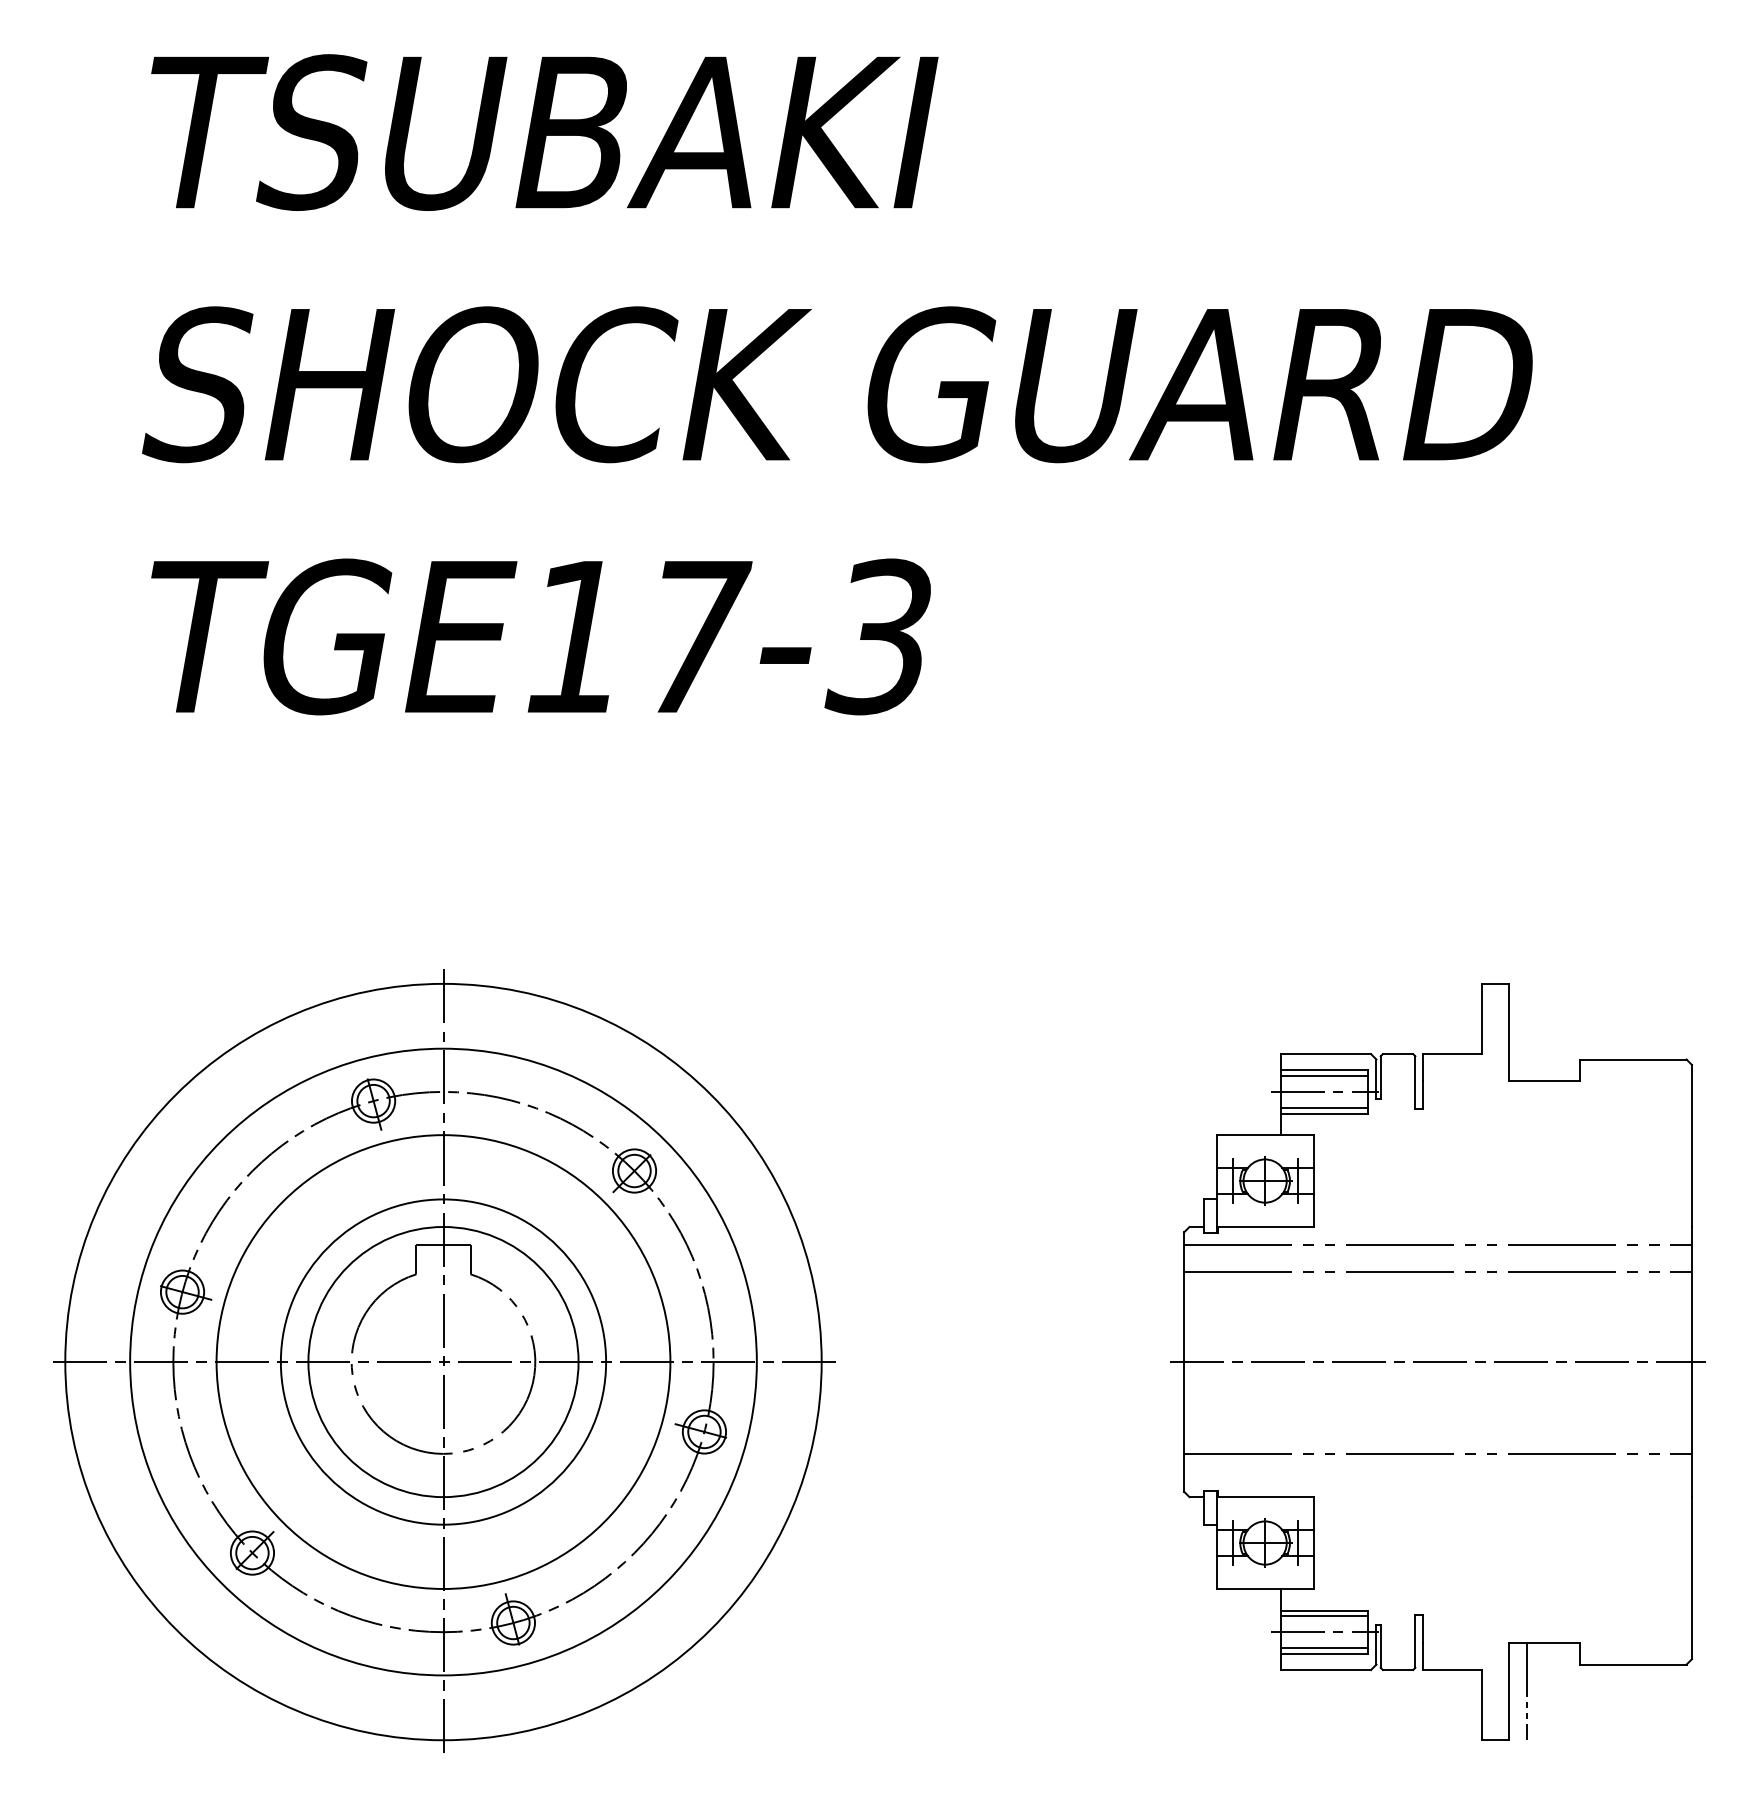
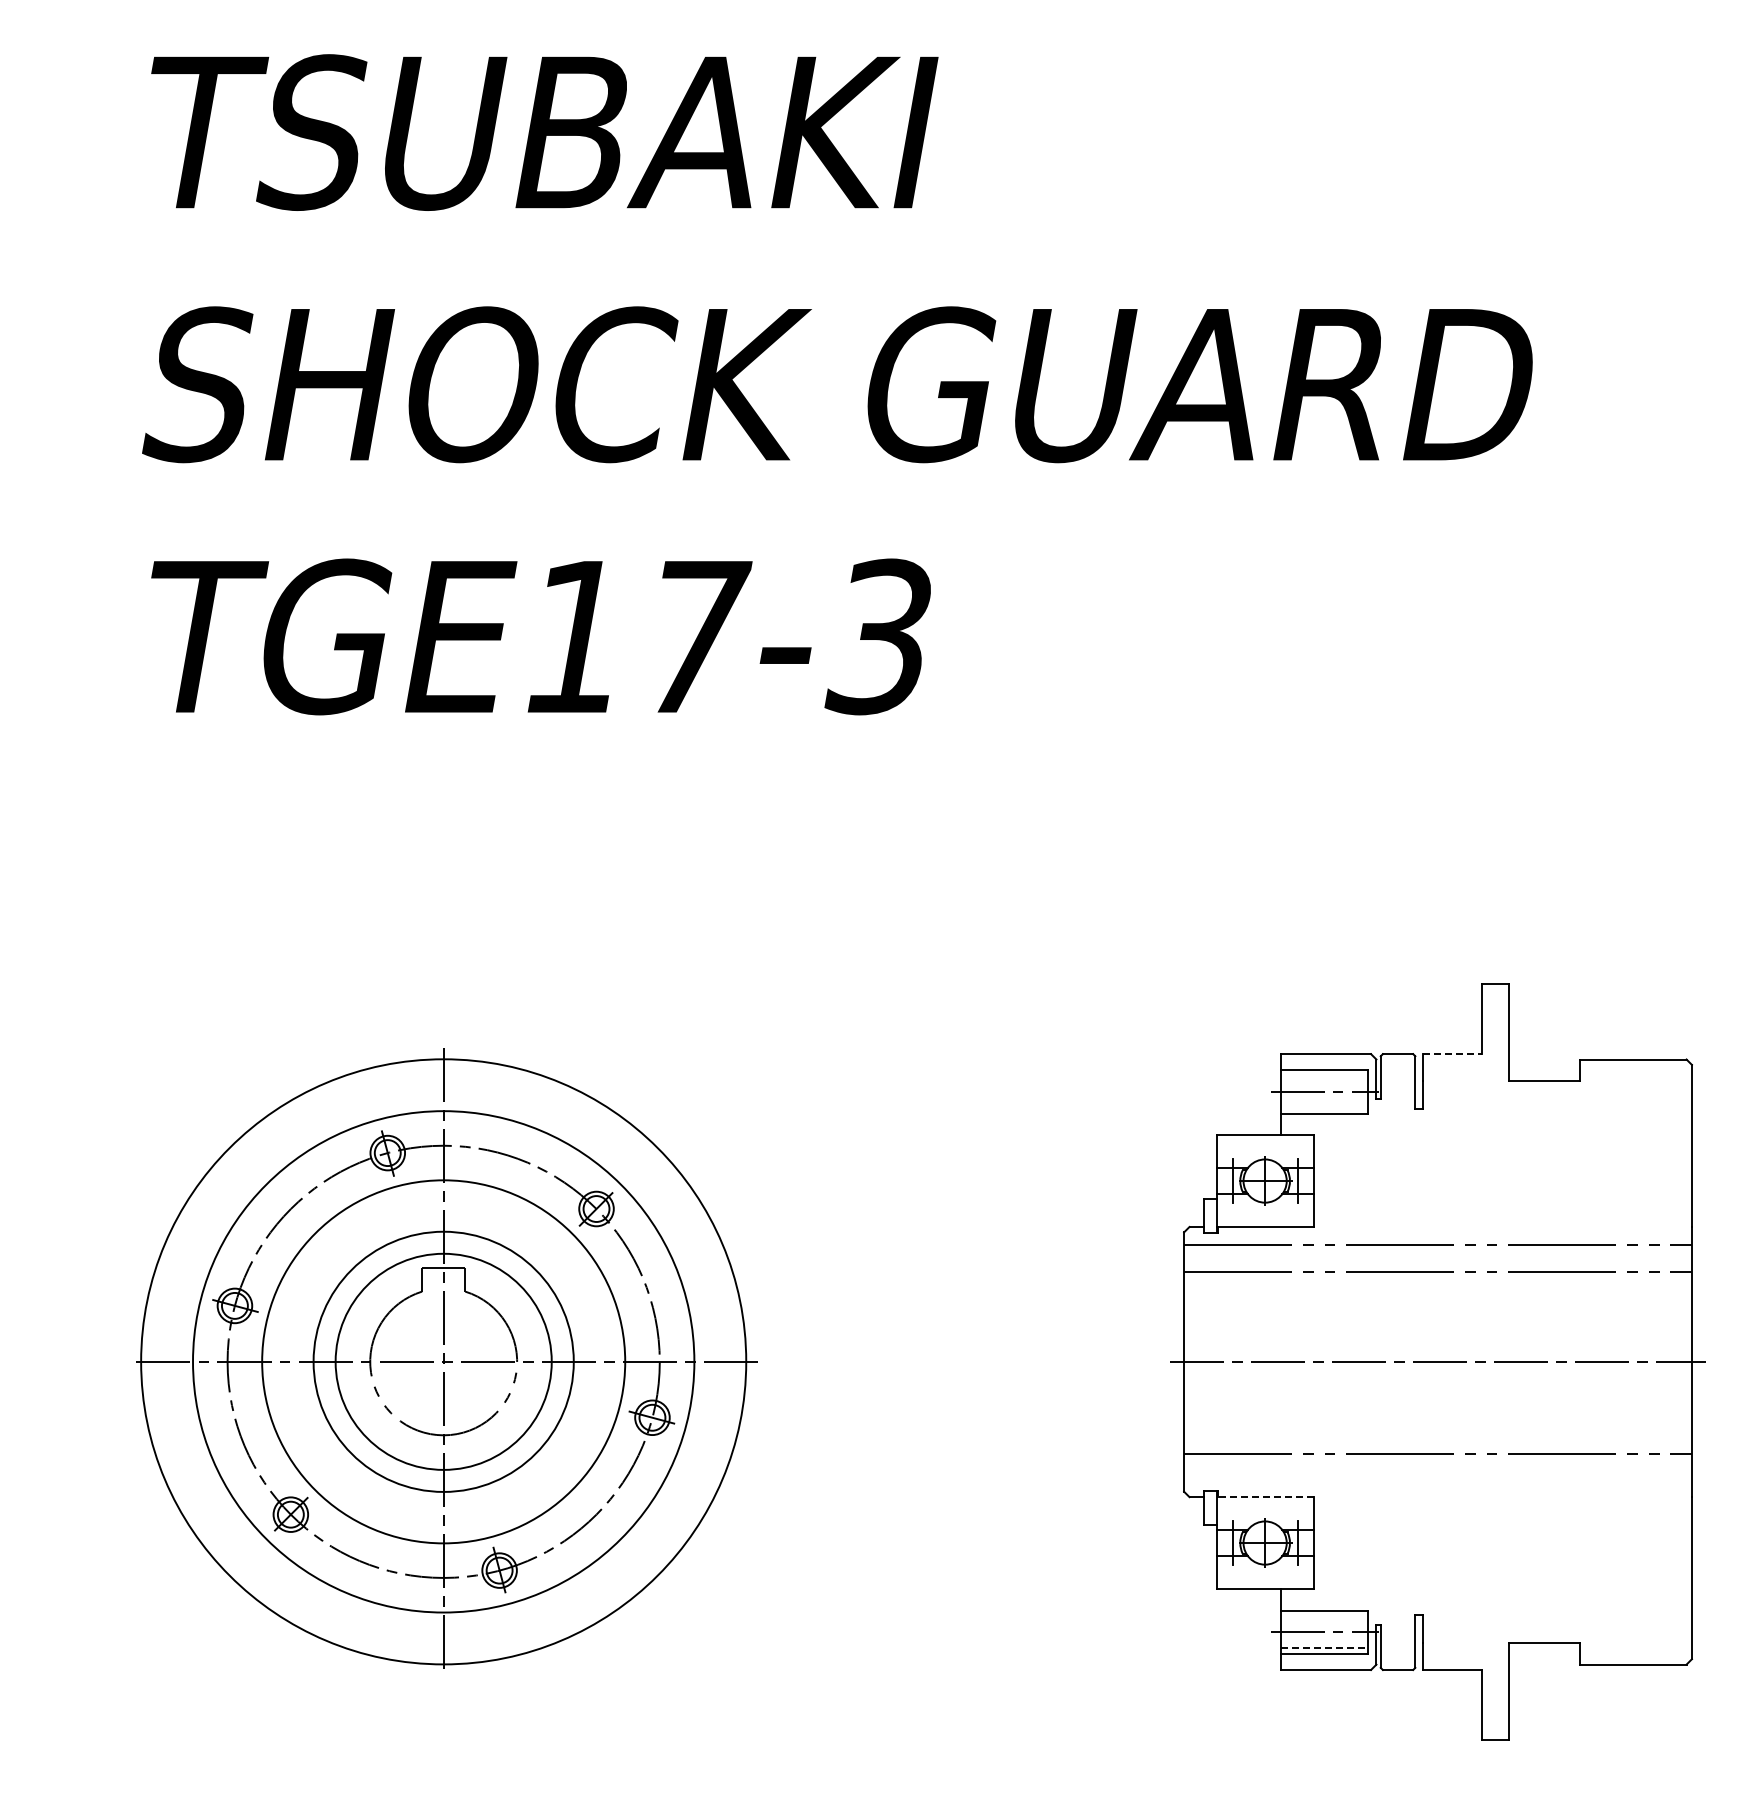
line at (1452, 1054): solid -> dashed
line at (1324, 1075): present -> none
line at (1324, 1108): present -> none
part at (444, 1360) size: 783x784 px -> 622x621 px
line at (1265, 1497): solid -> dashed
line at (1324, 1615): present -> none
line at (1325, 1648): solid -> dashed
line at (1526, 1691): present -> none
